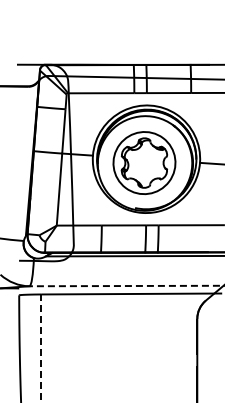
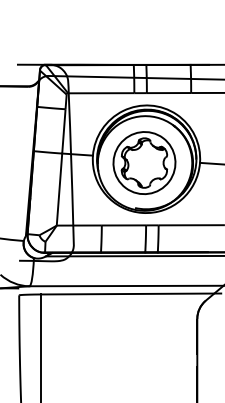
line at (127, 286): dashed -> solid
line at (41, 348): dashed -> solid
